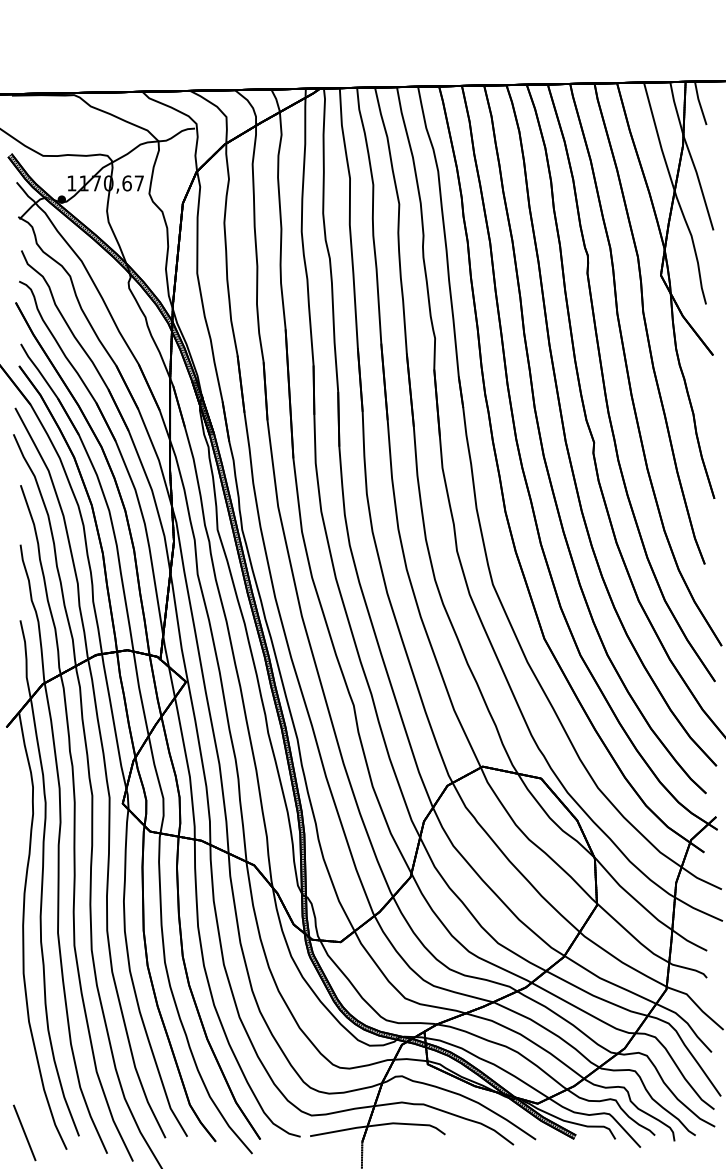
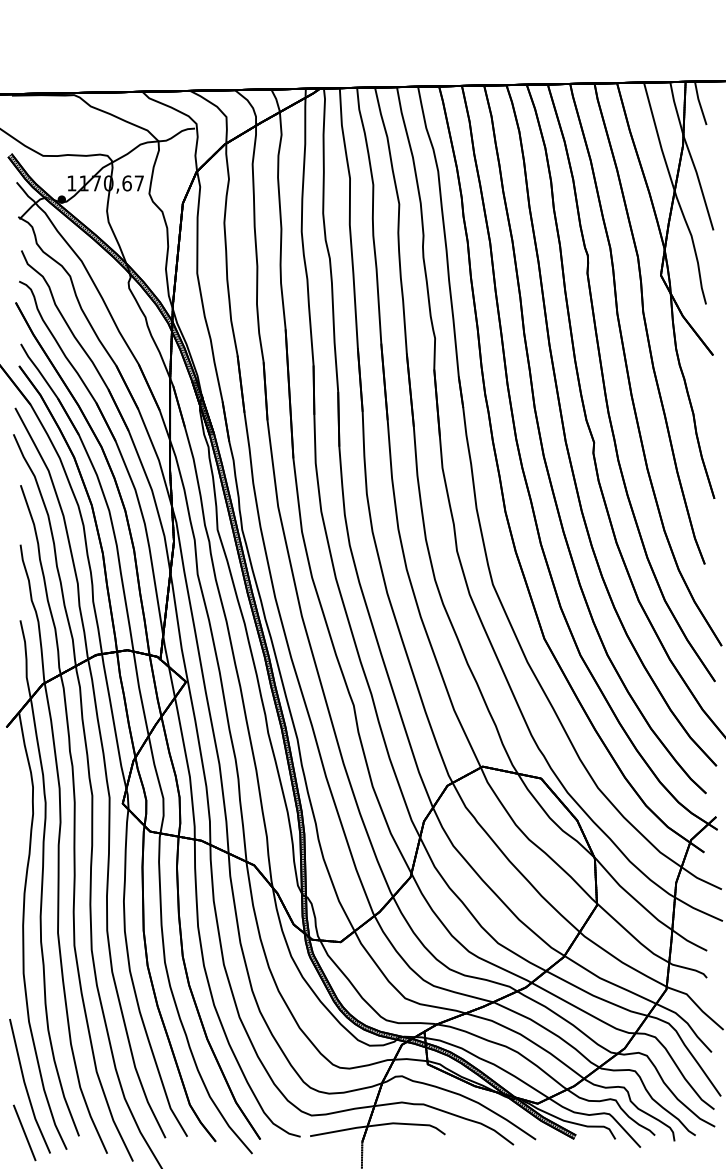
line at (26, 1085): none -> present
